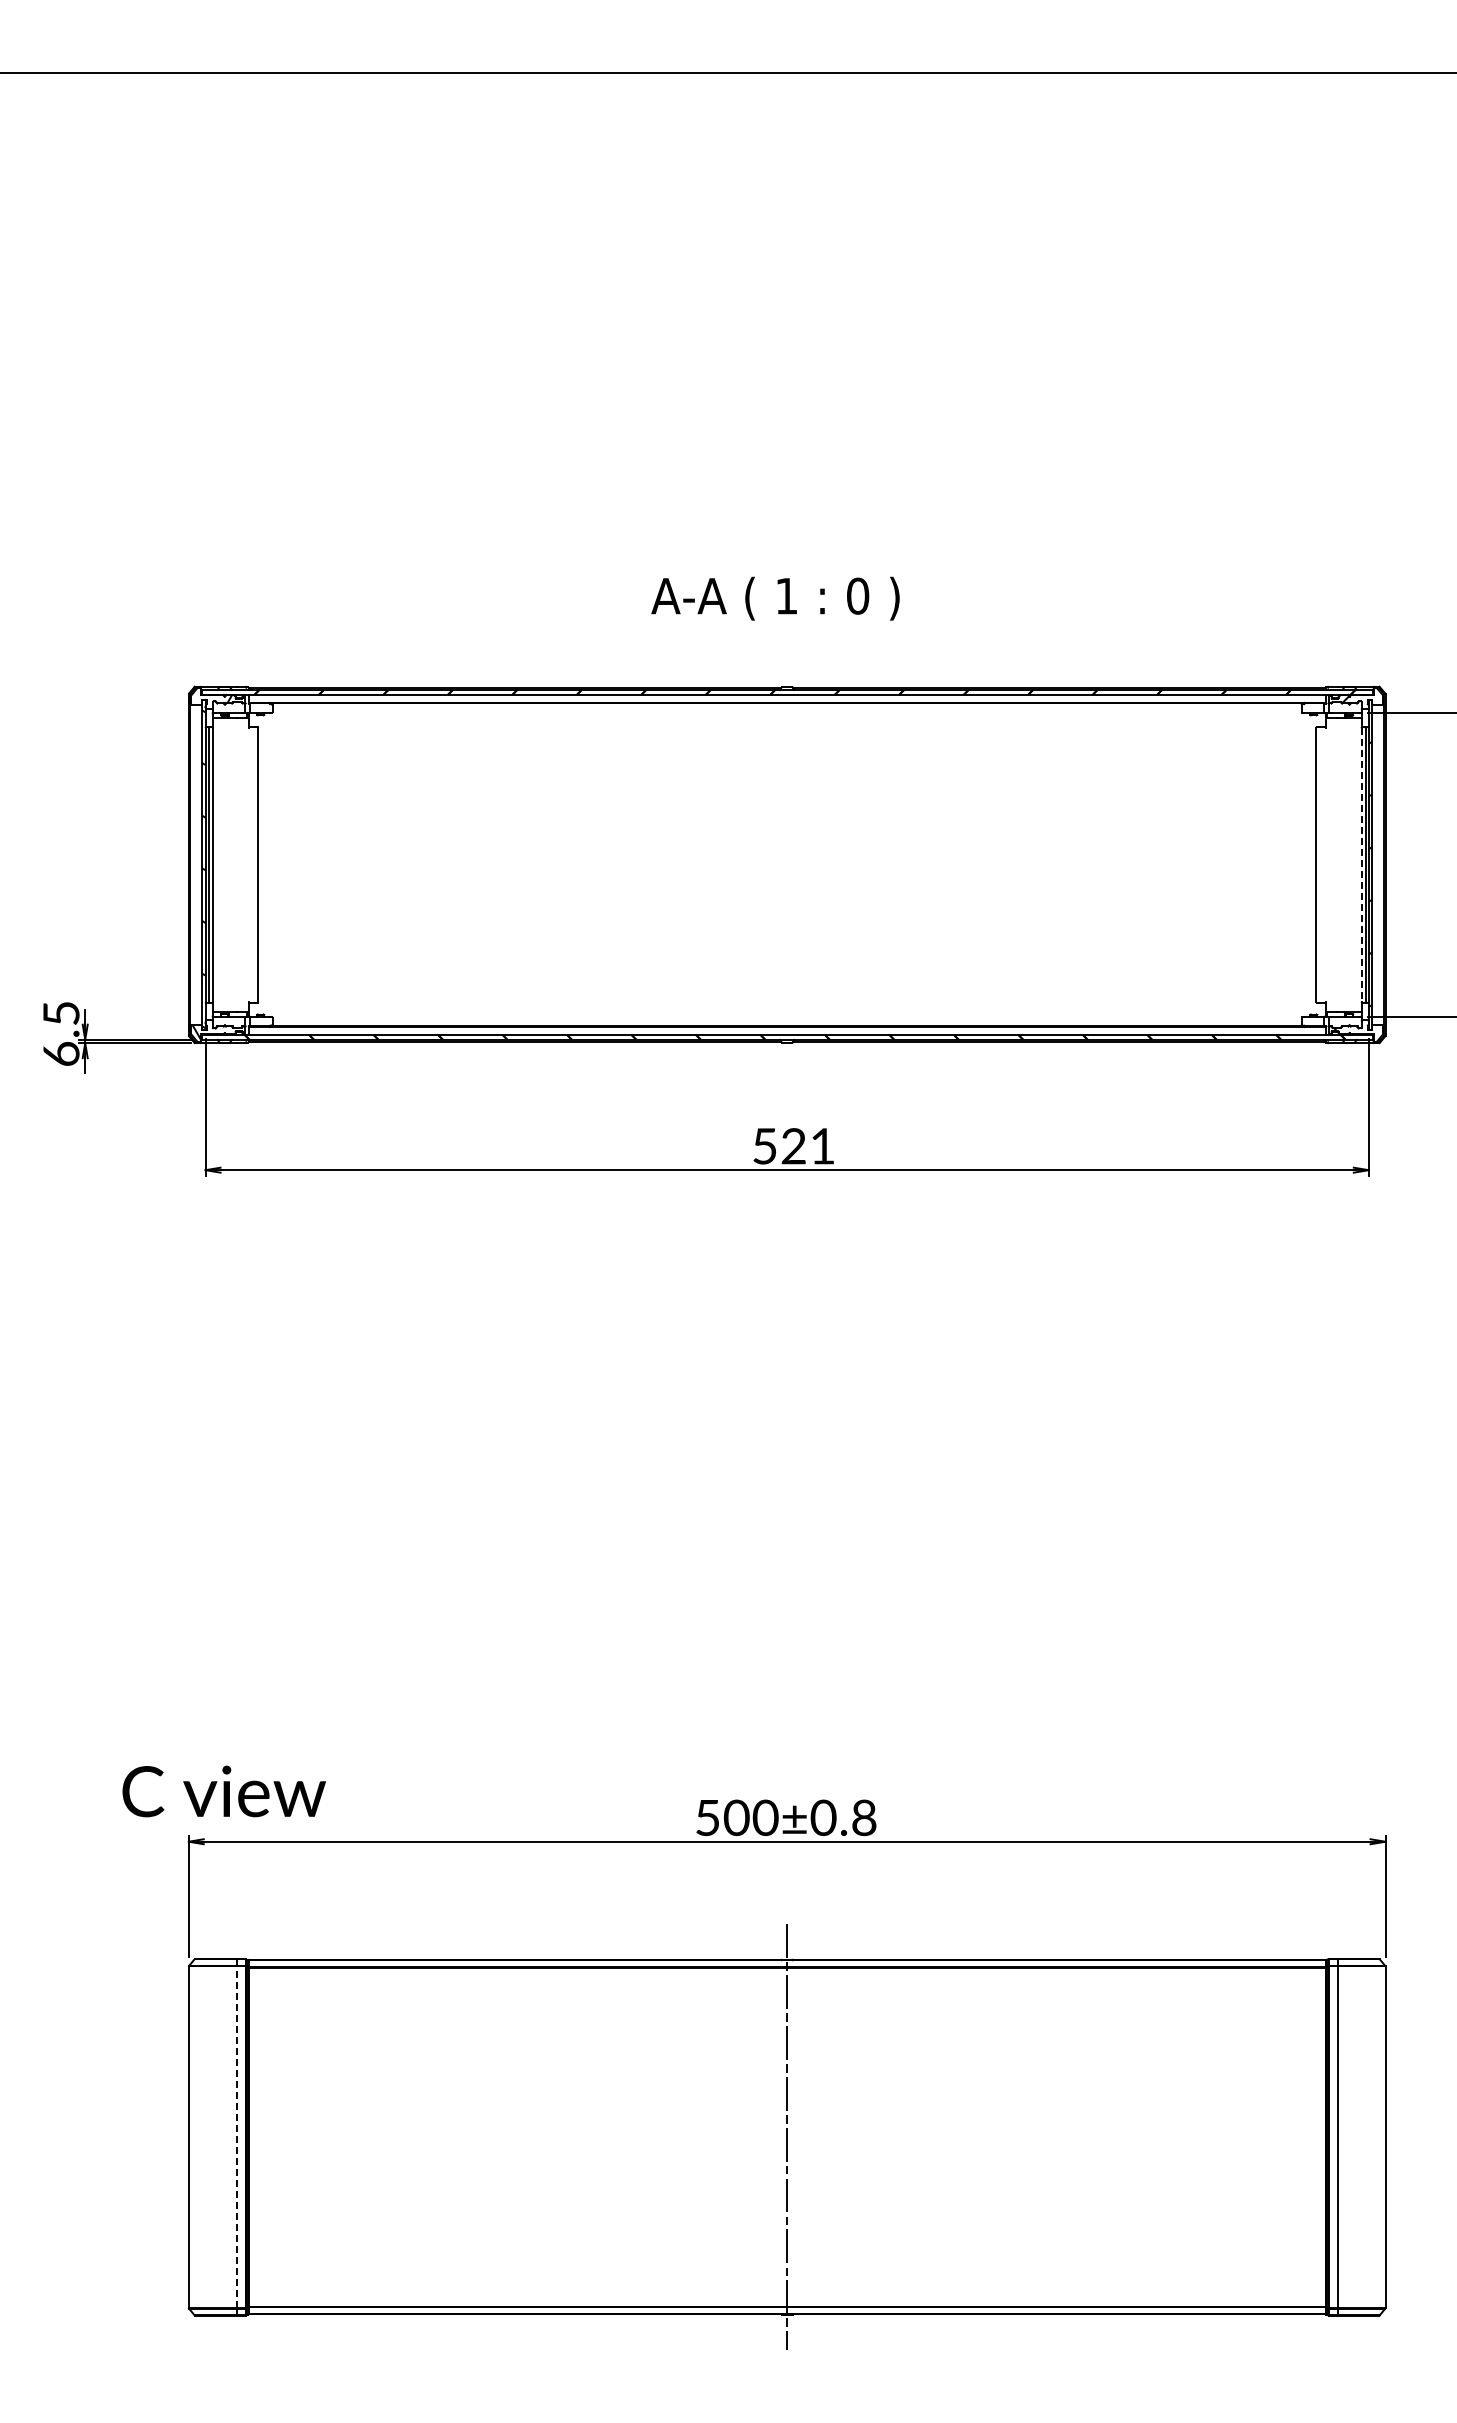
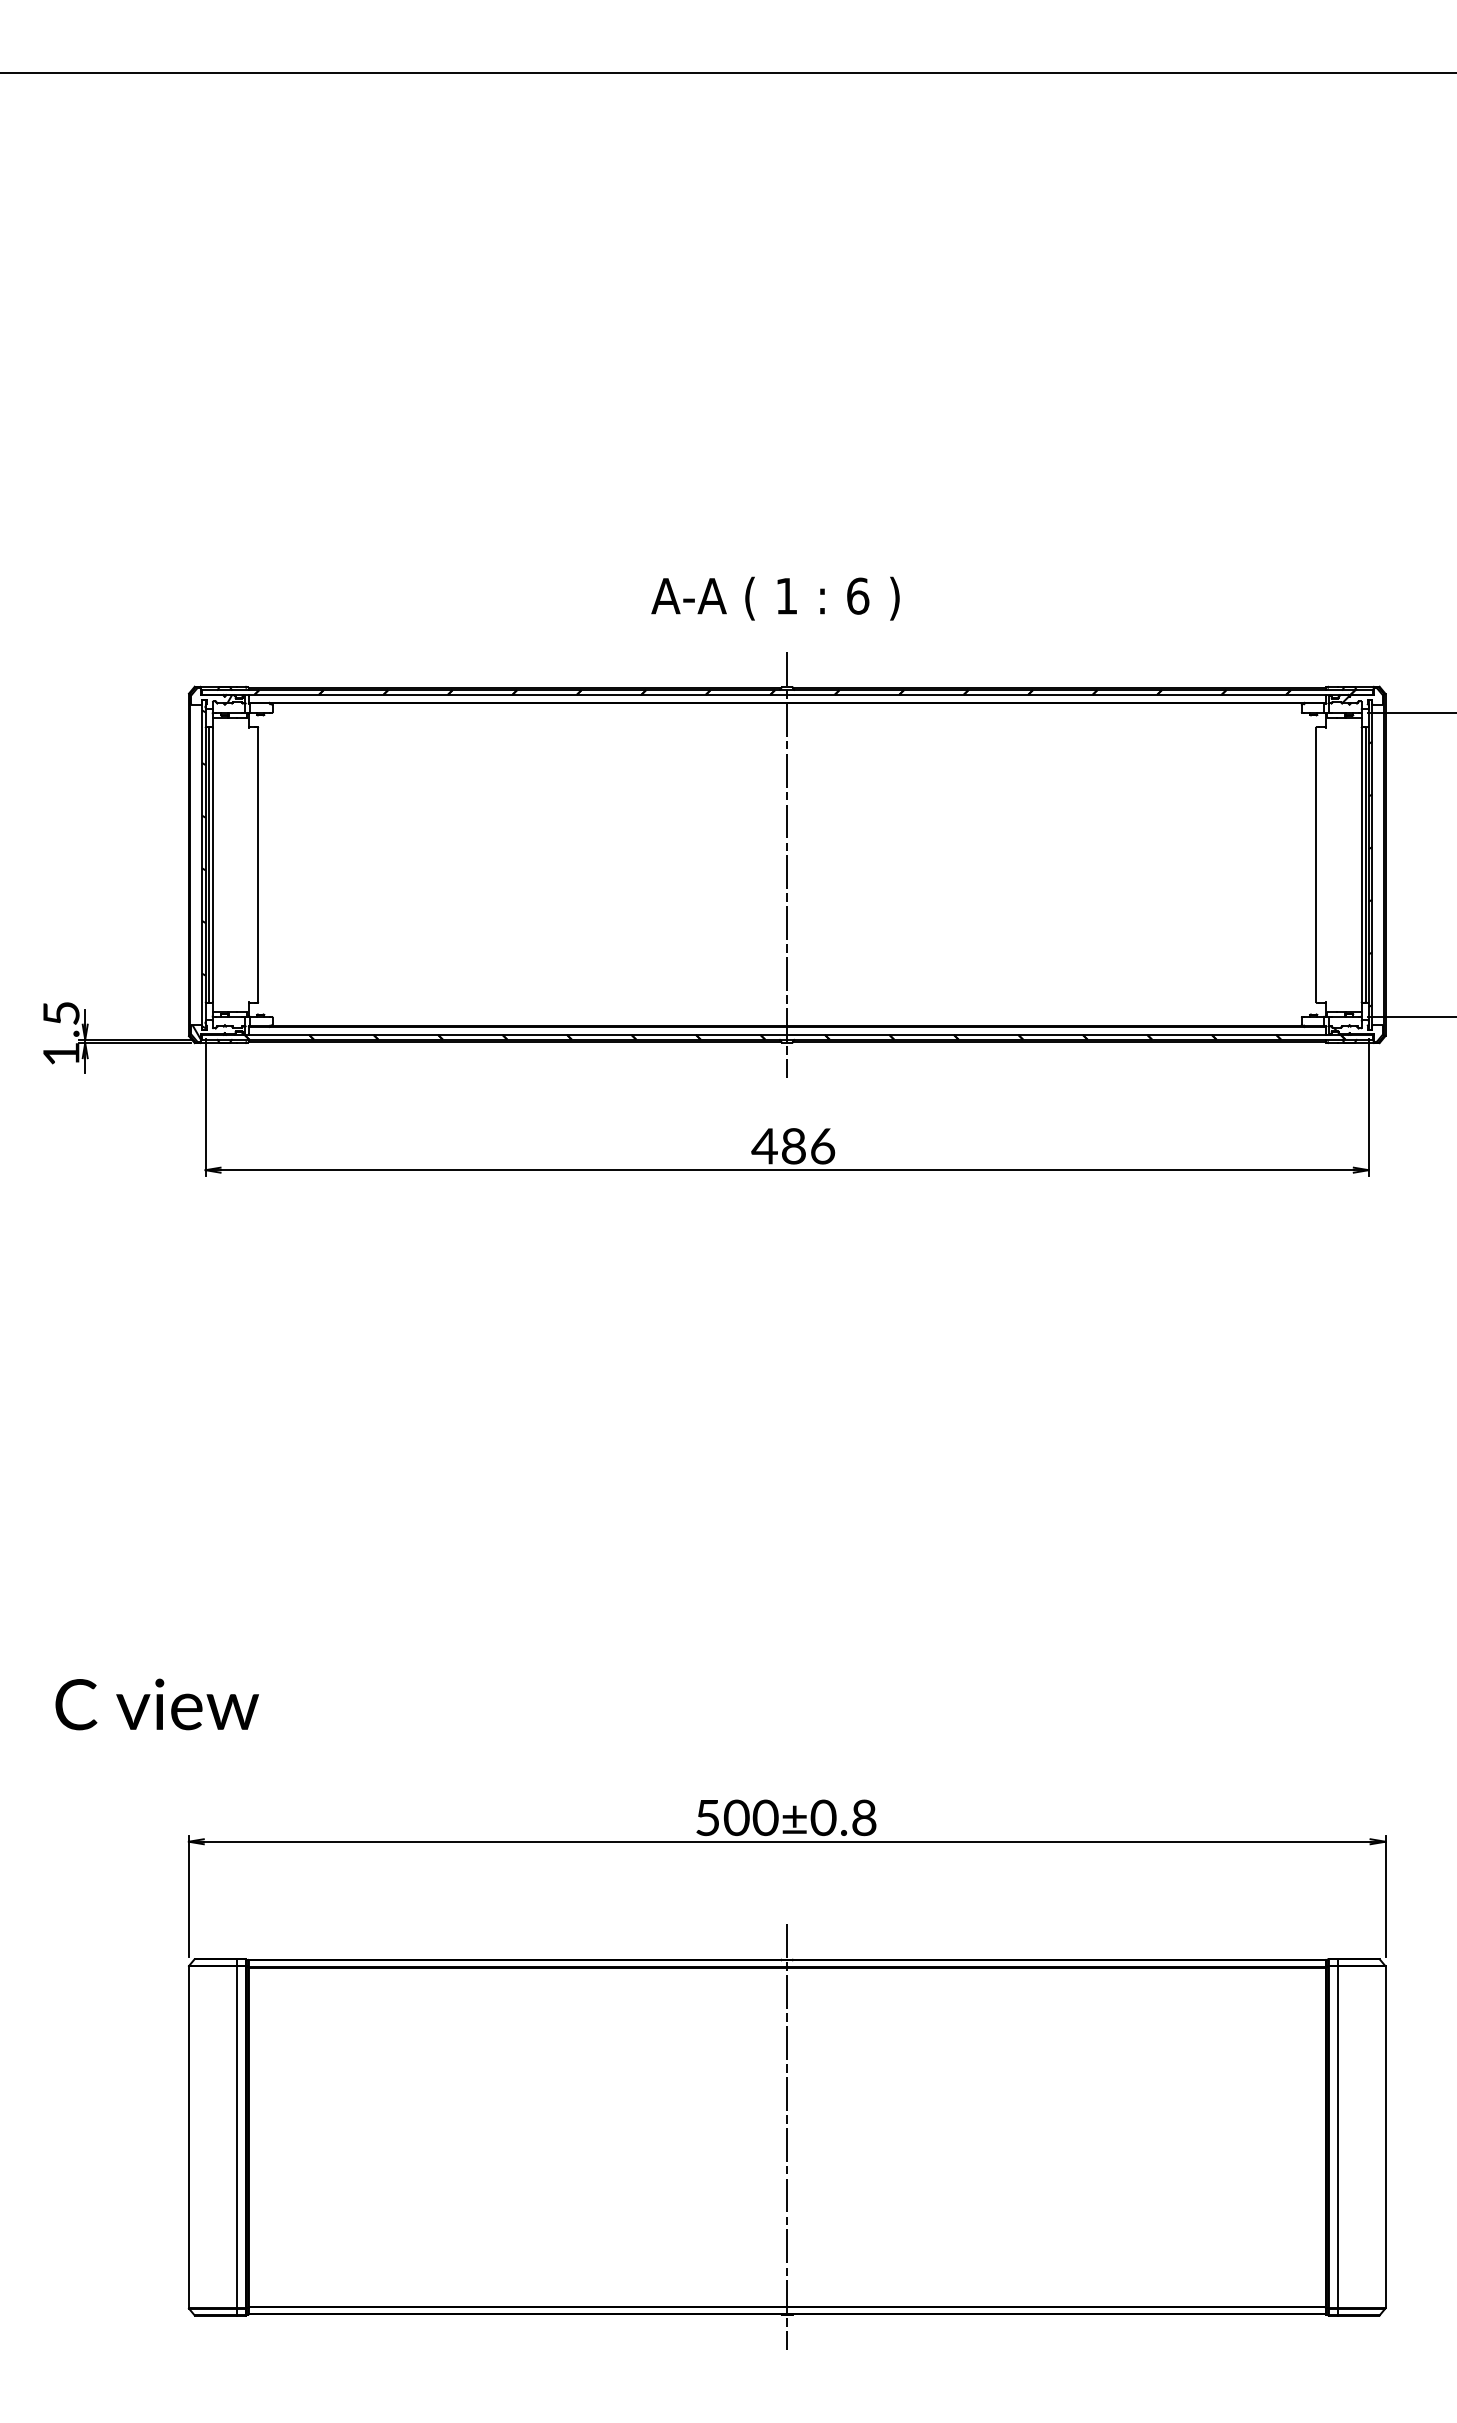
text at (858, 595): 0 -> 6
line at (787, 864): none -> present
line at (1361, 864): dashed -> solid
text at (61, 1053): 6.5 -> 1.5
text at (793, 1146): 521 -> 486
text at (223, 1791) position: (223, 1791) -> (156, 1704)
line at (236, 2137): dashed -> solid
